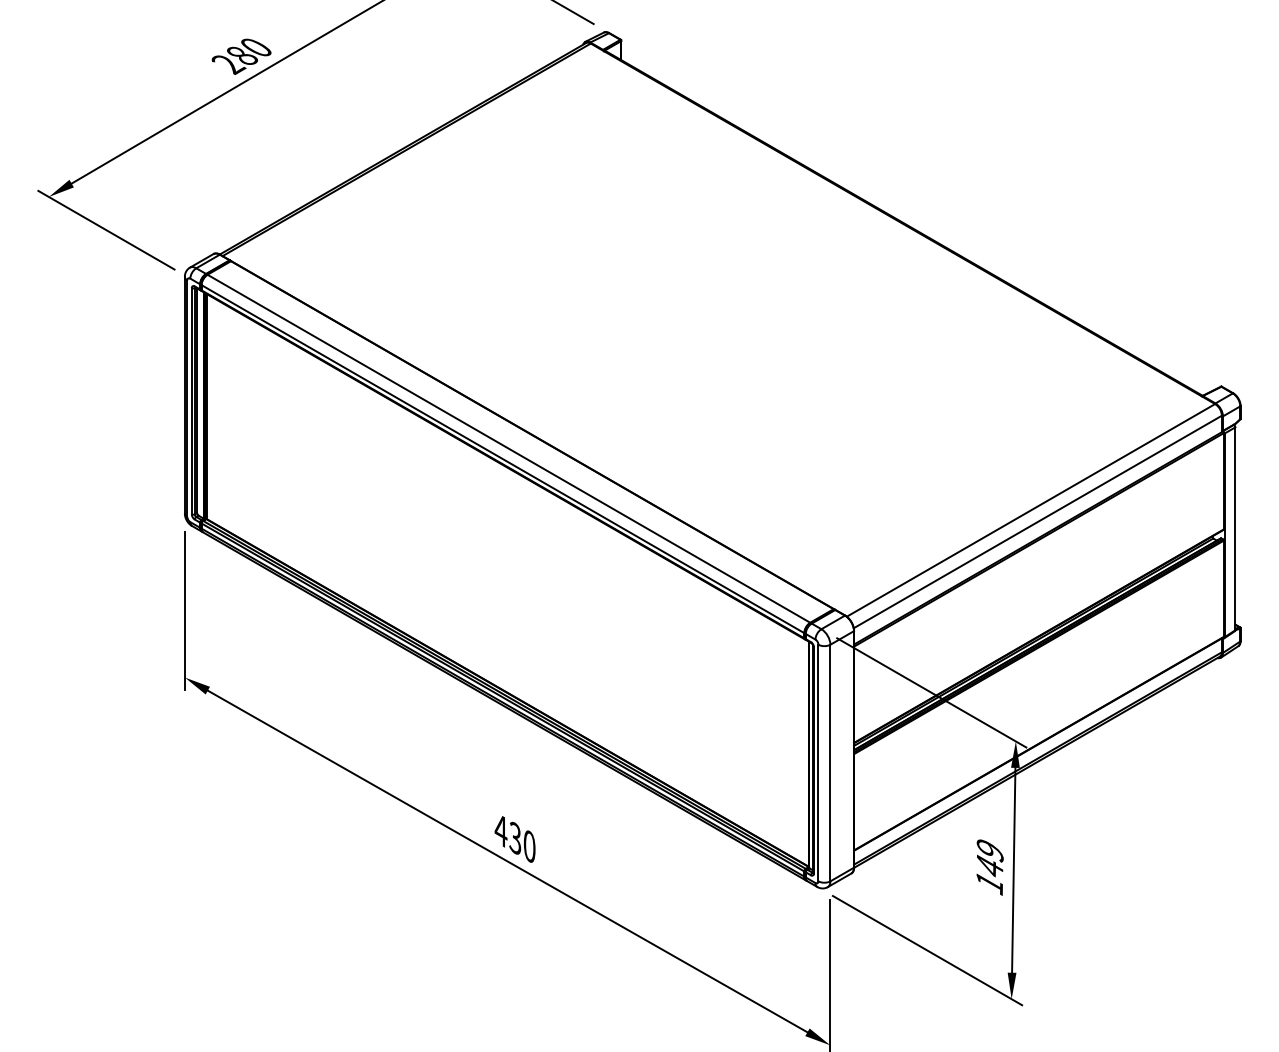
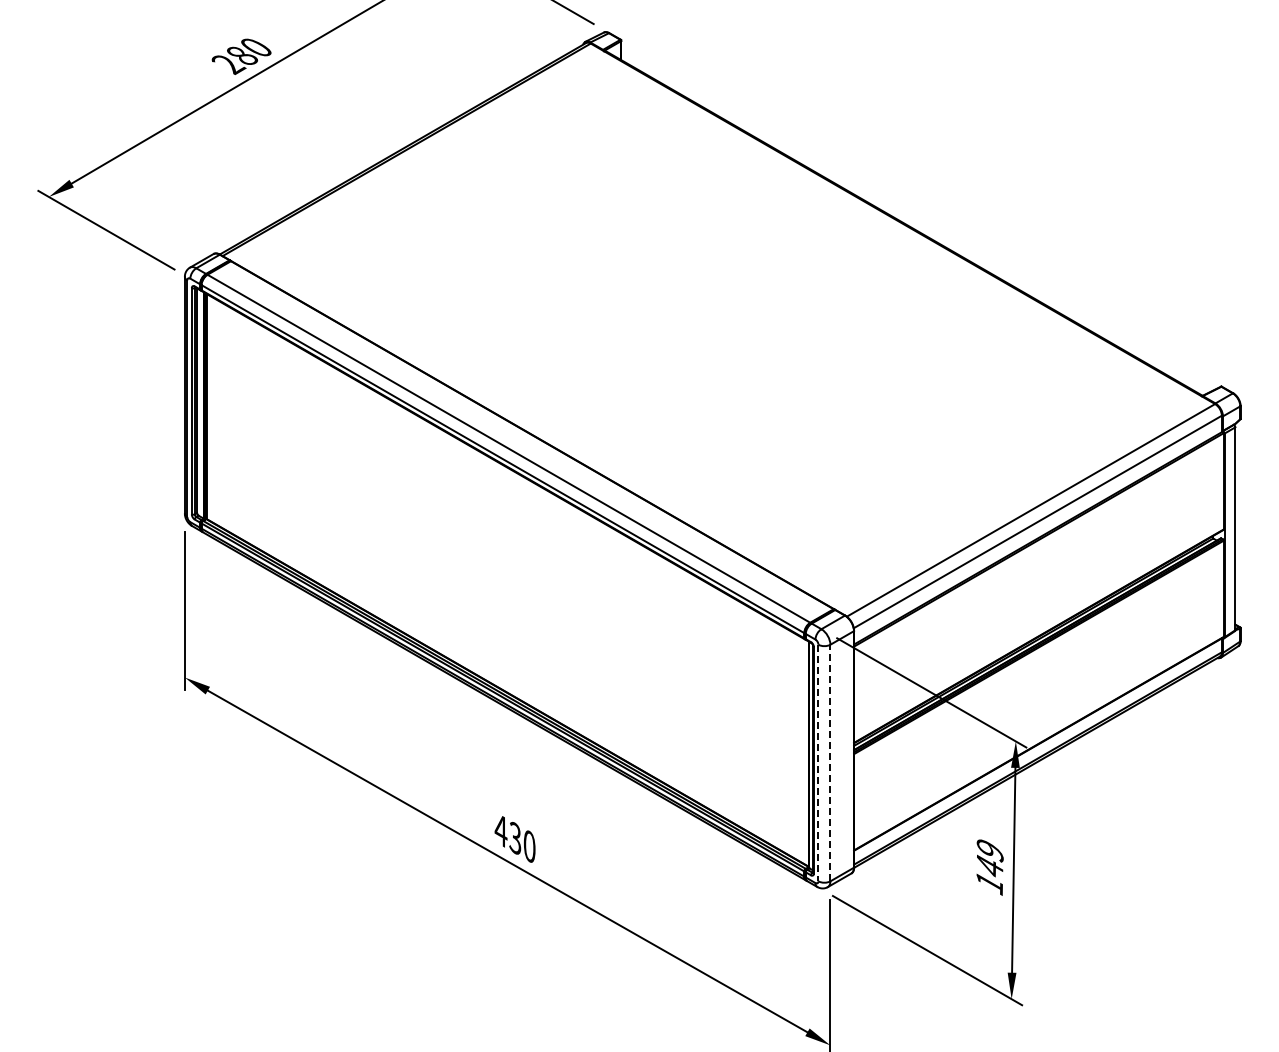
line at (830, 762): solid -> dashed
line at (818, 763): solid -> dashed
